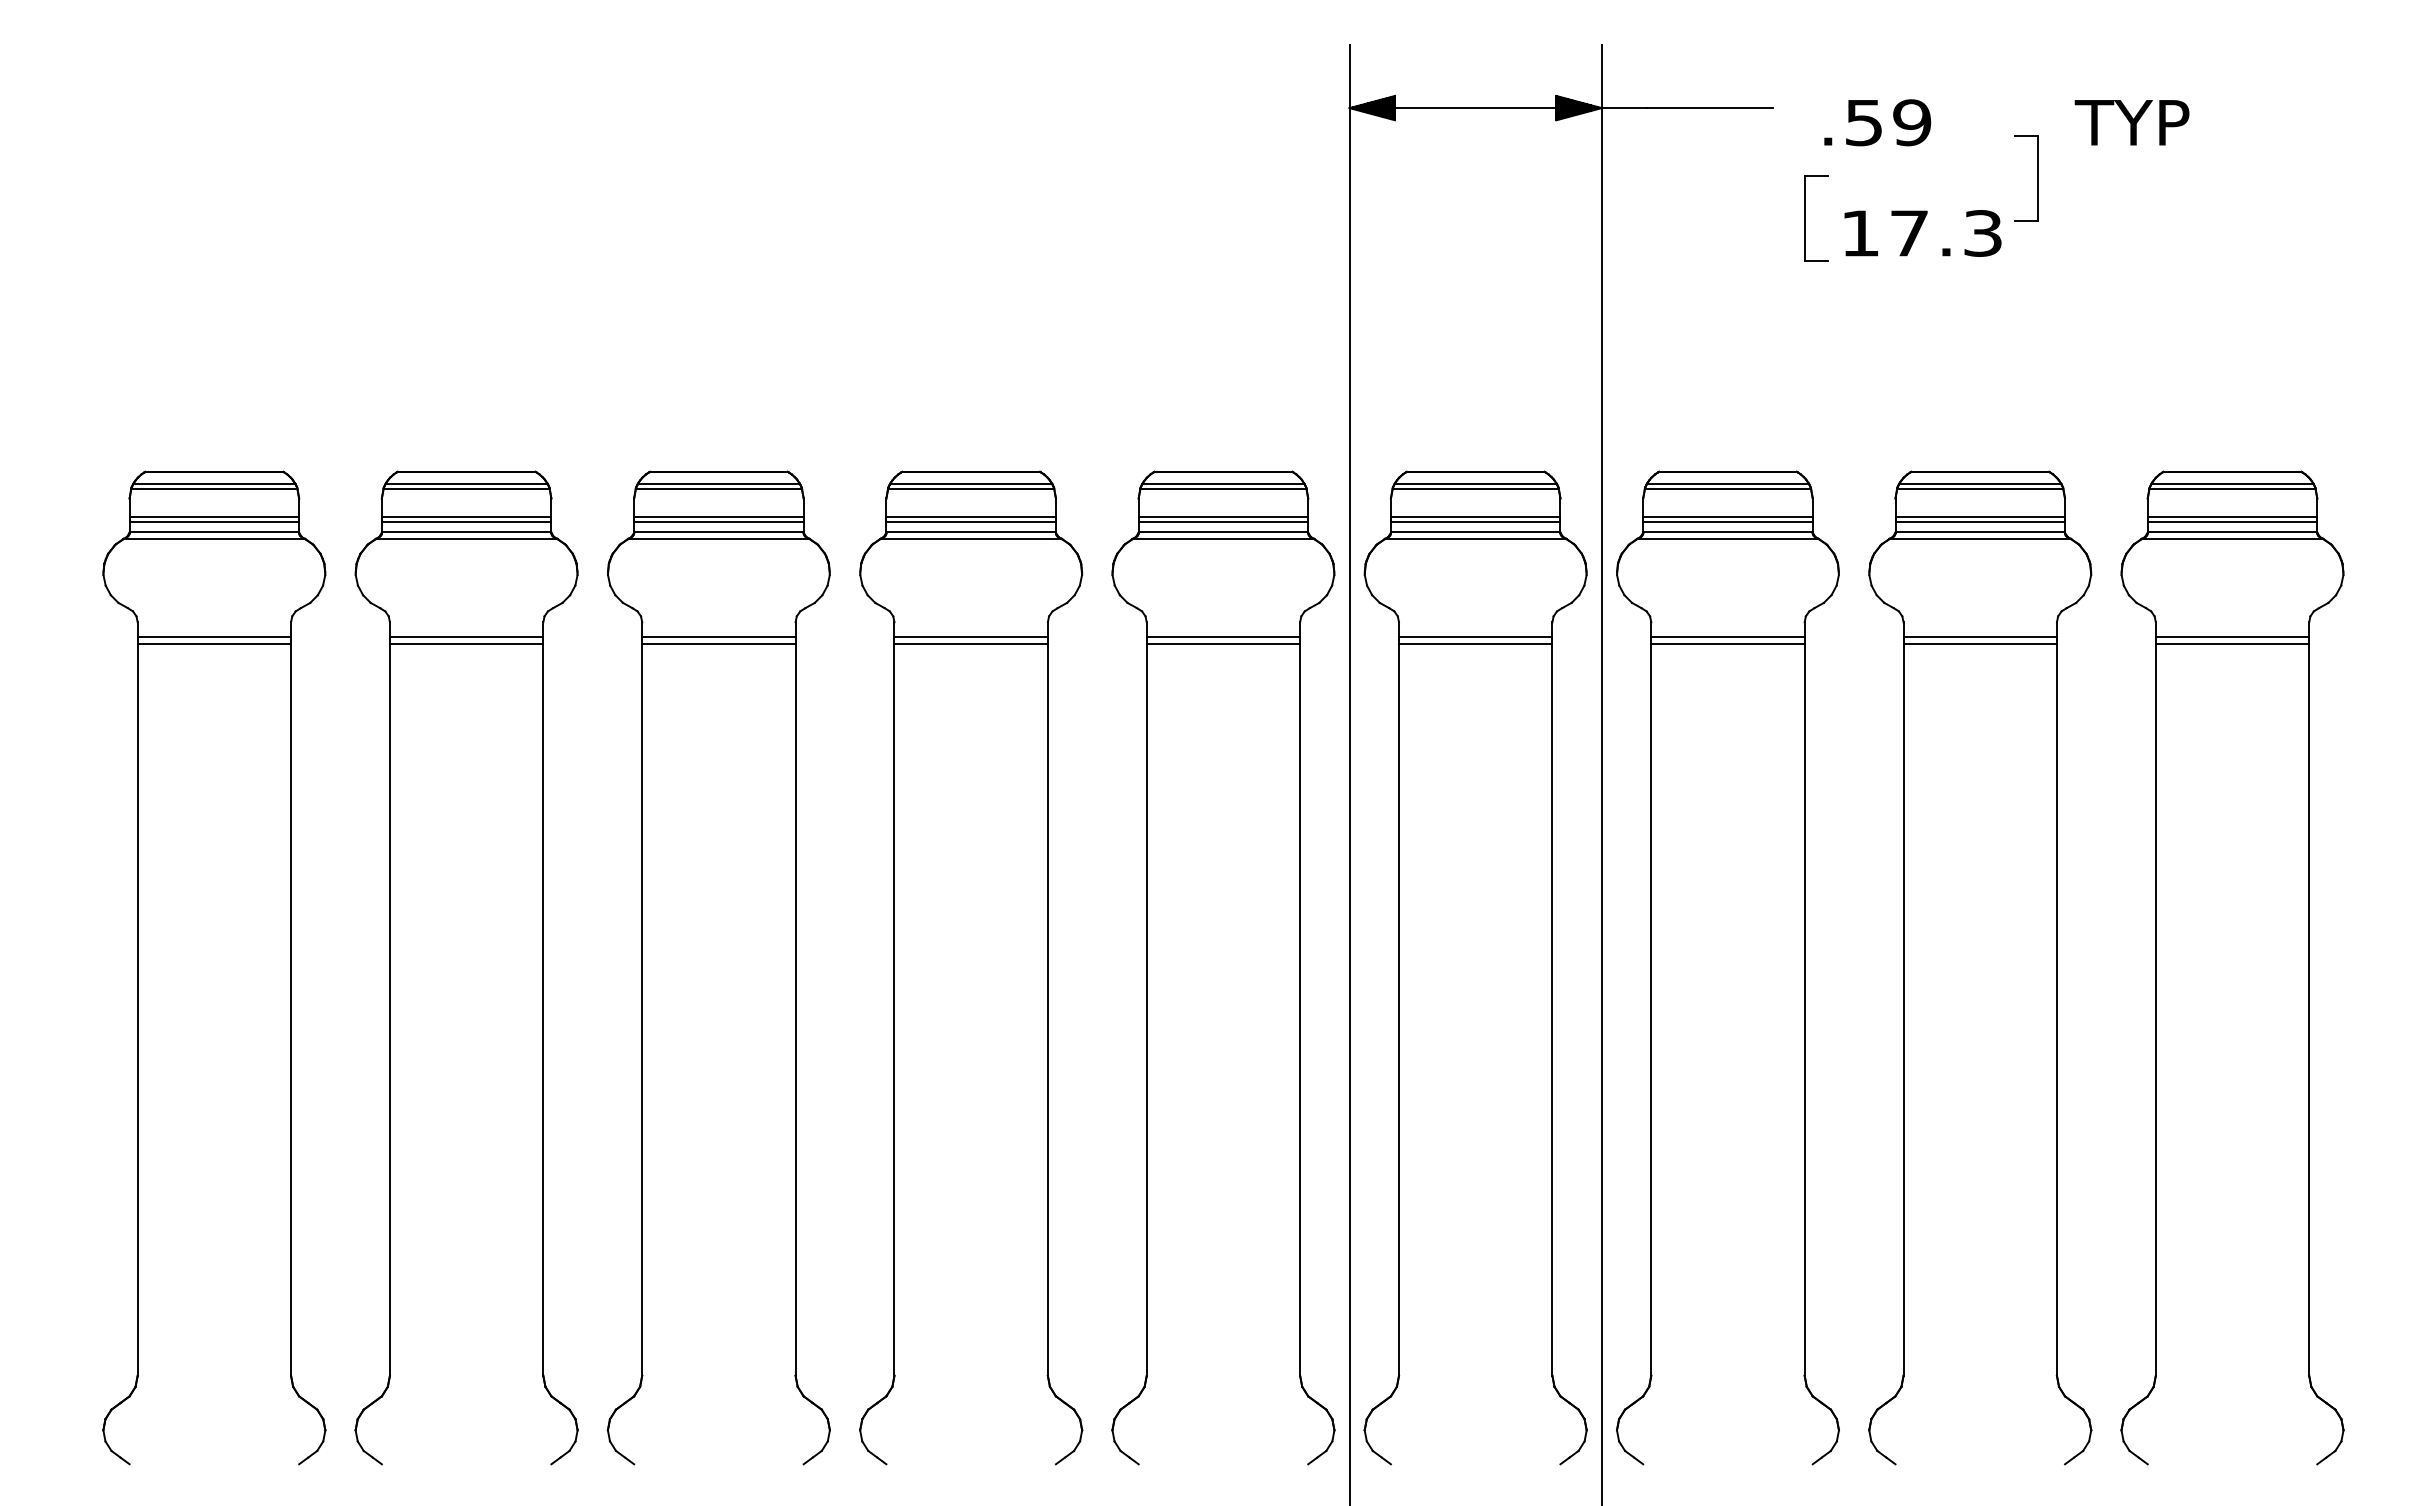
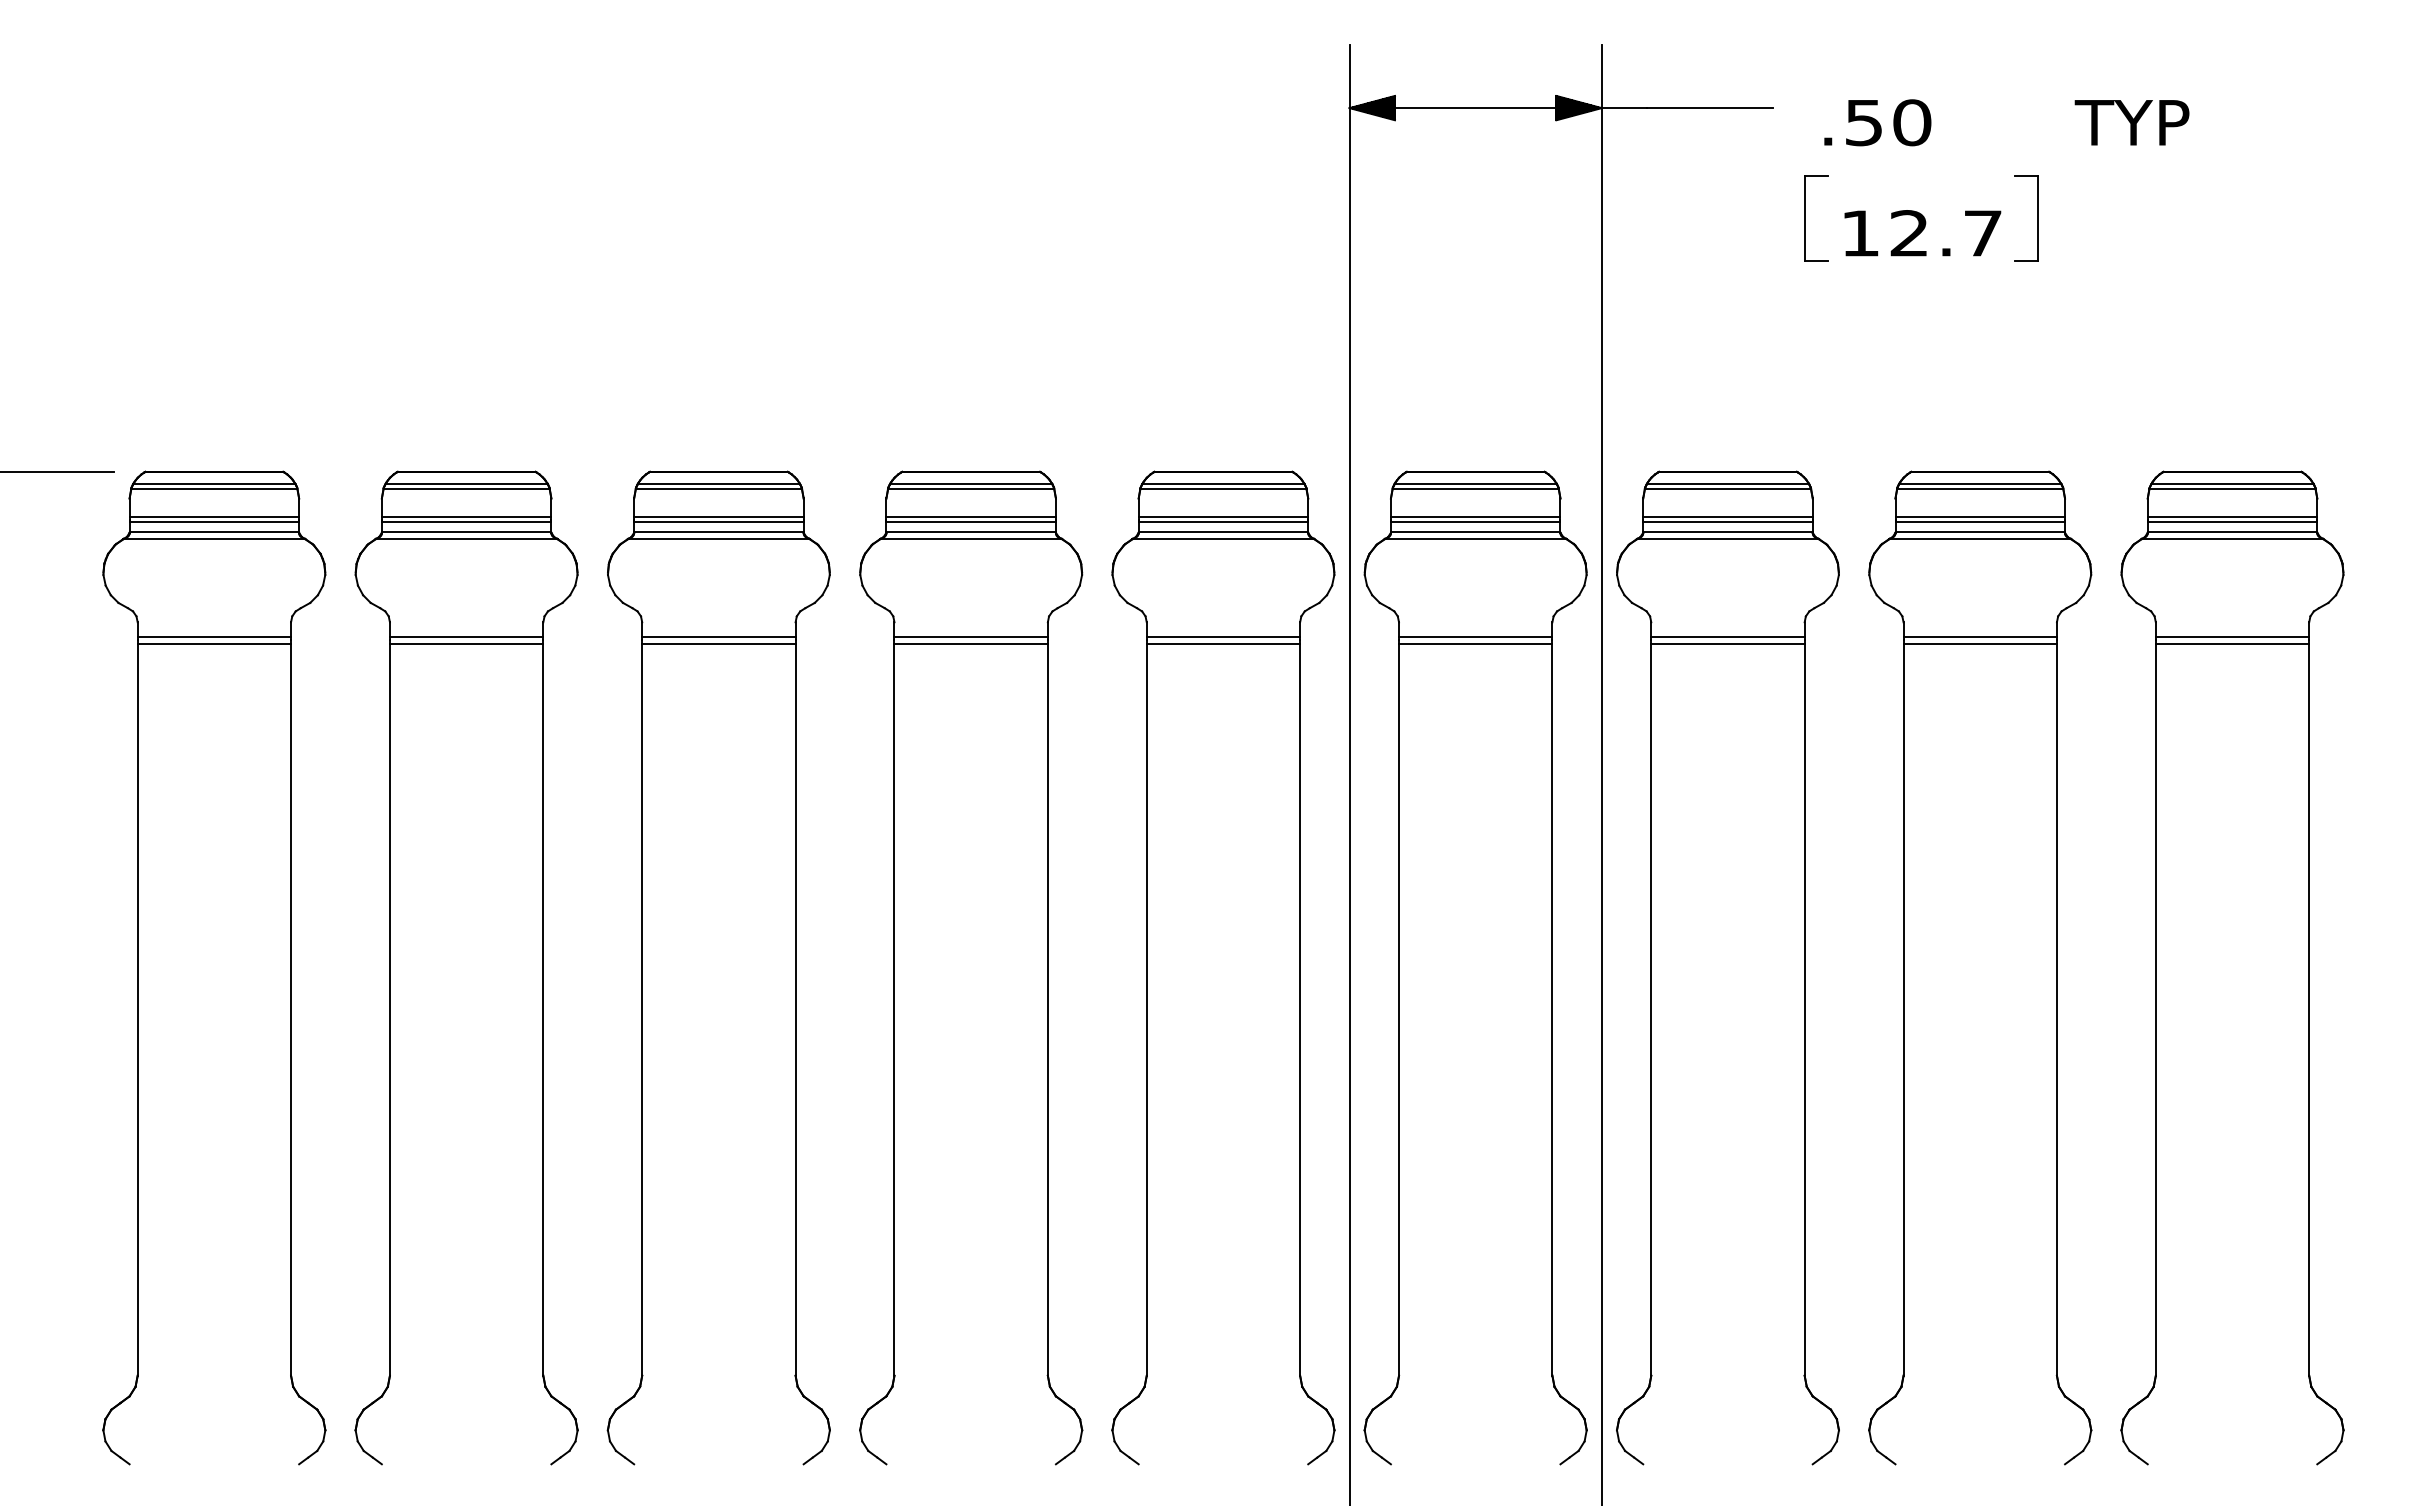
text at (1912, 122): .59 -> .50
part at (2037, 178) position: (2037, 178) -> (2037, 218)
text at (1945, 233): 17.3 -> 12.7
line at (58, 471): none -> present
